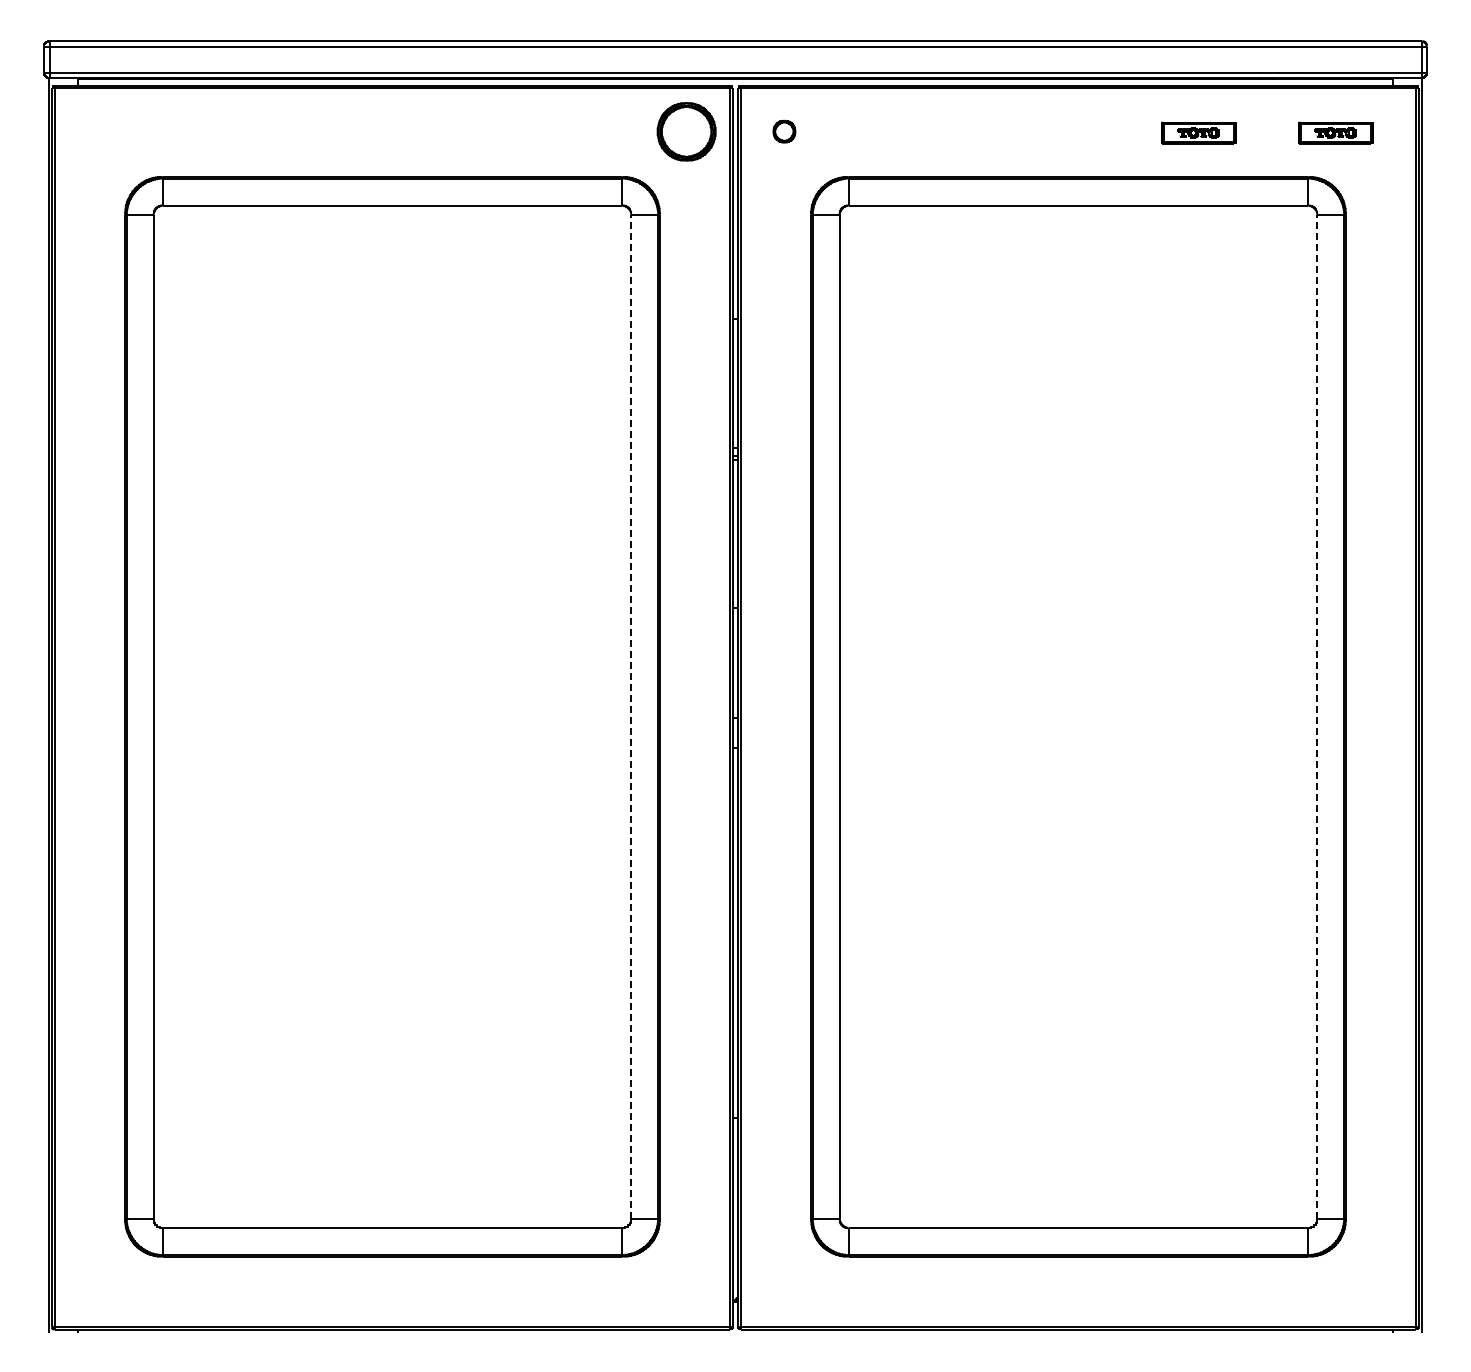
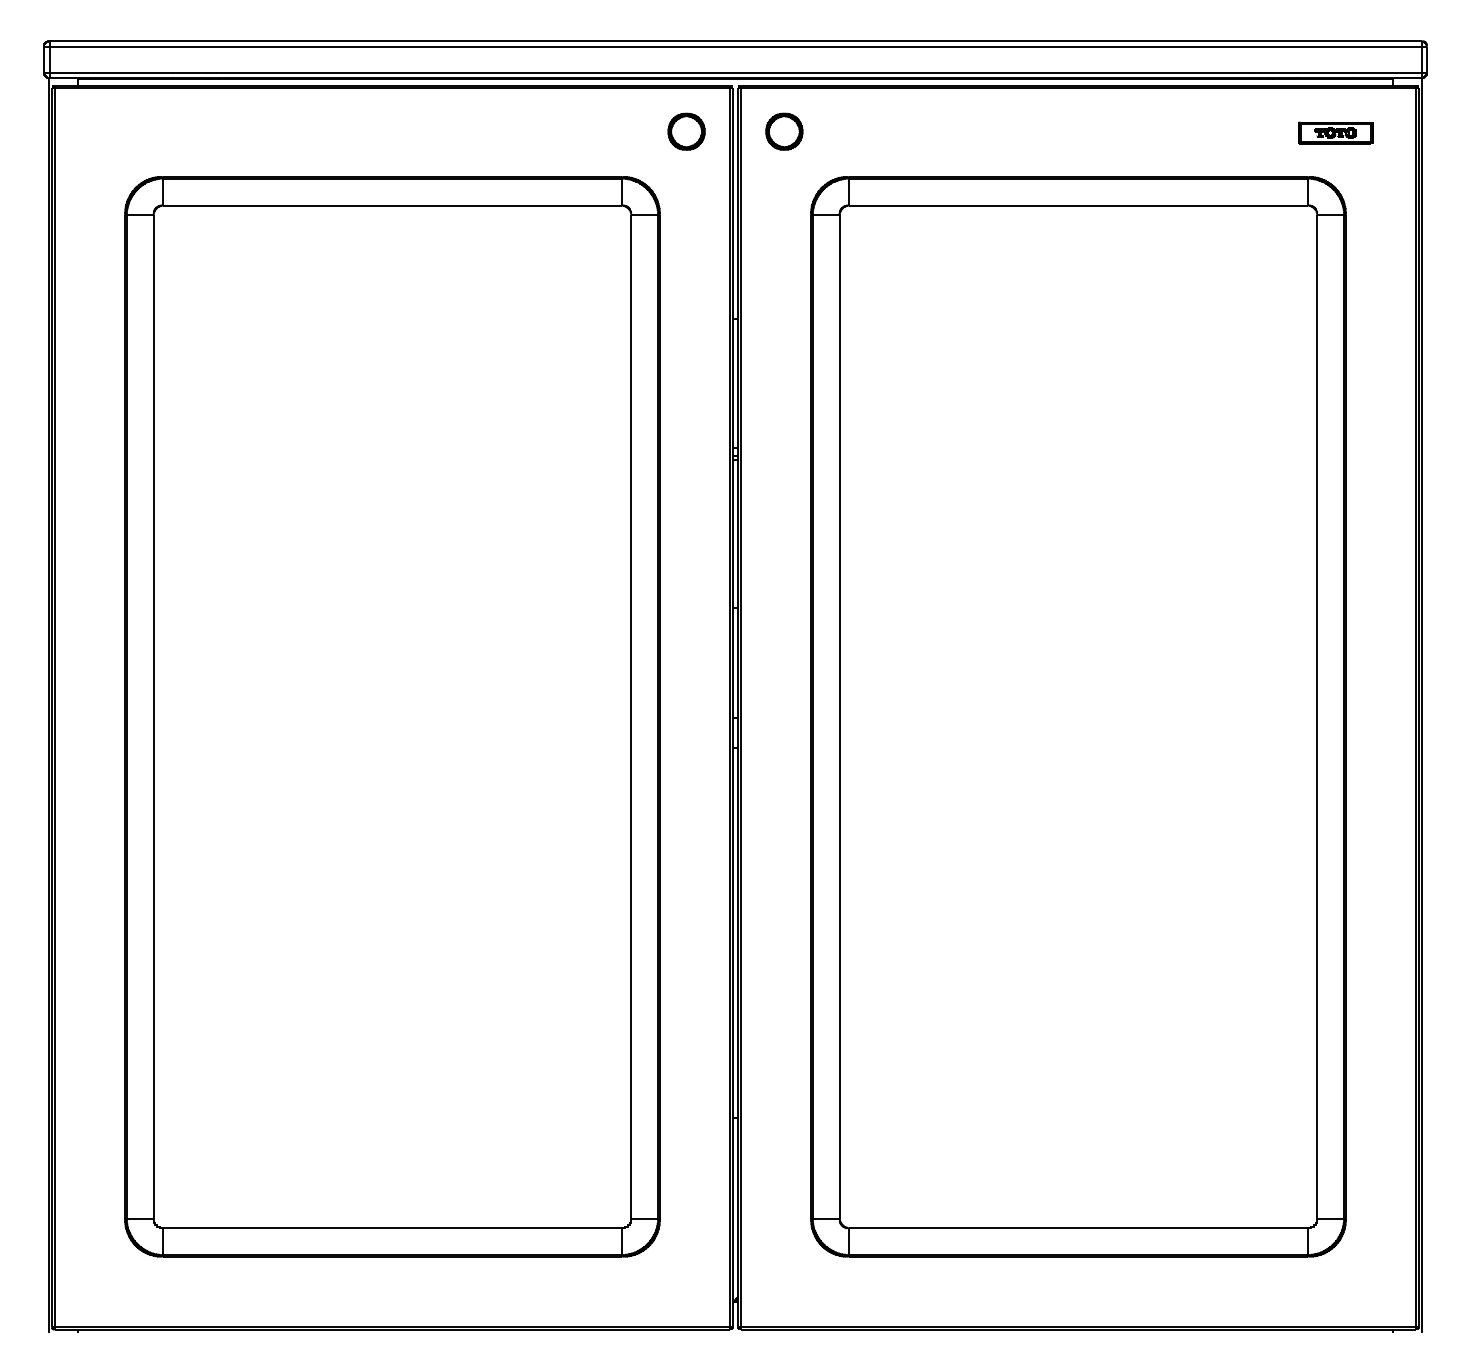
part at (686, 131) size: 61x60 px -> 39x39 px
part at (784, 131) size: 25x25 px -> 39x39 px
part at (1198, 132): present -> none
line at (631, 716): dashed -> solid
line at (1317, 716): dashed -> solid
